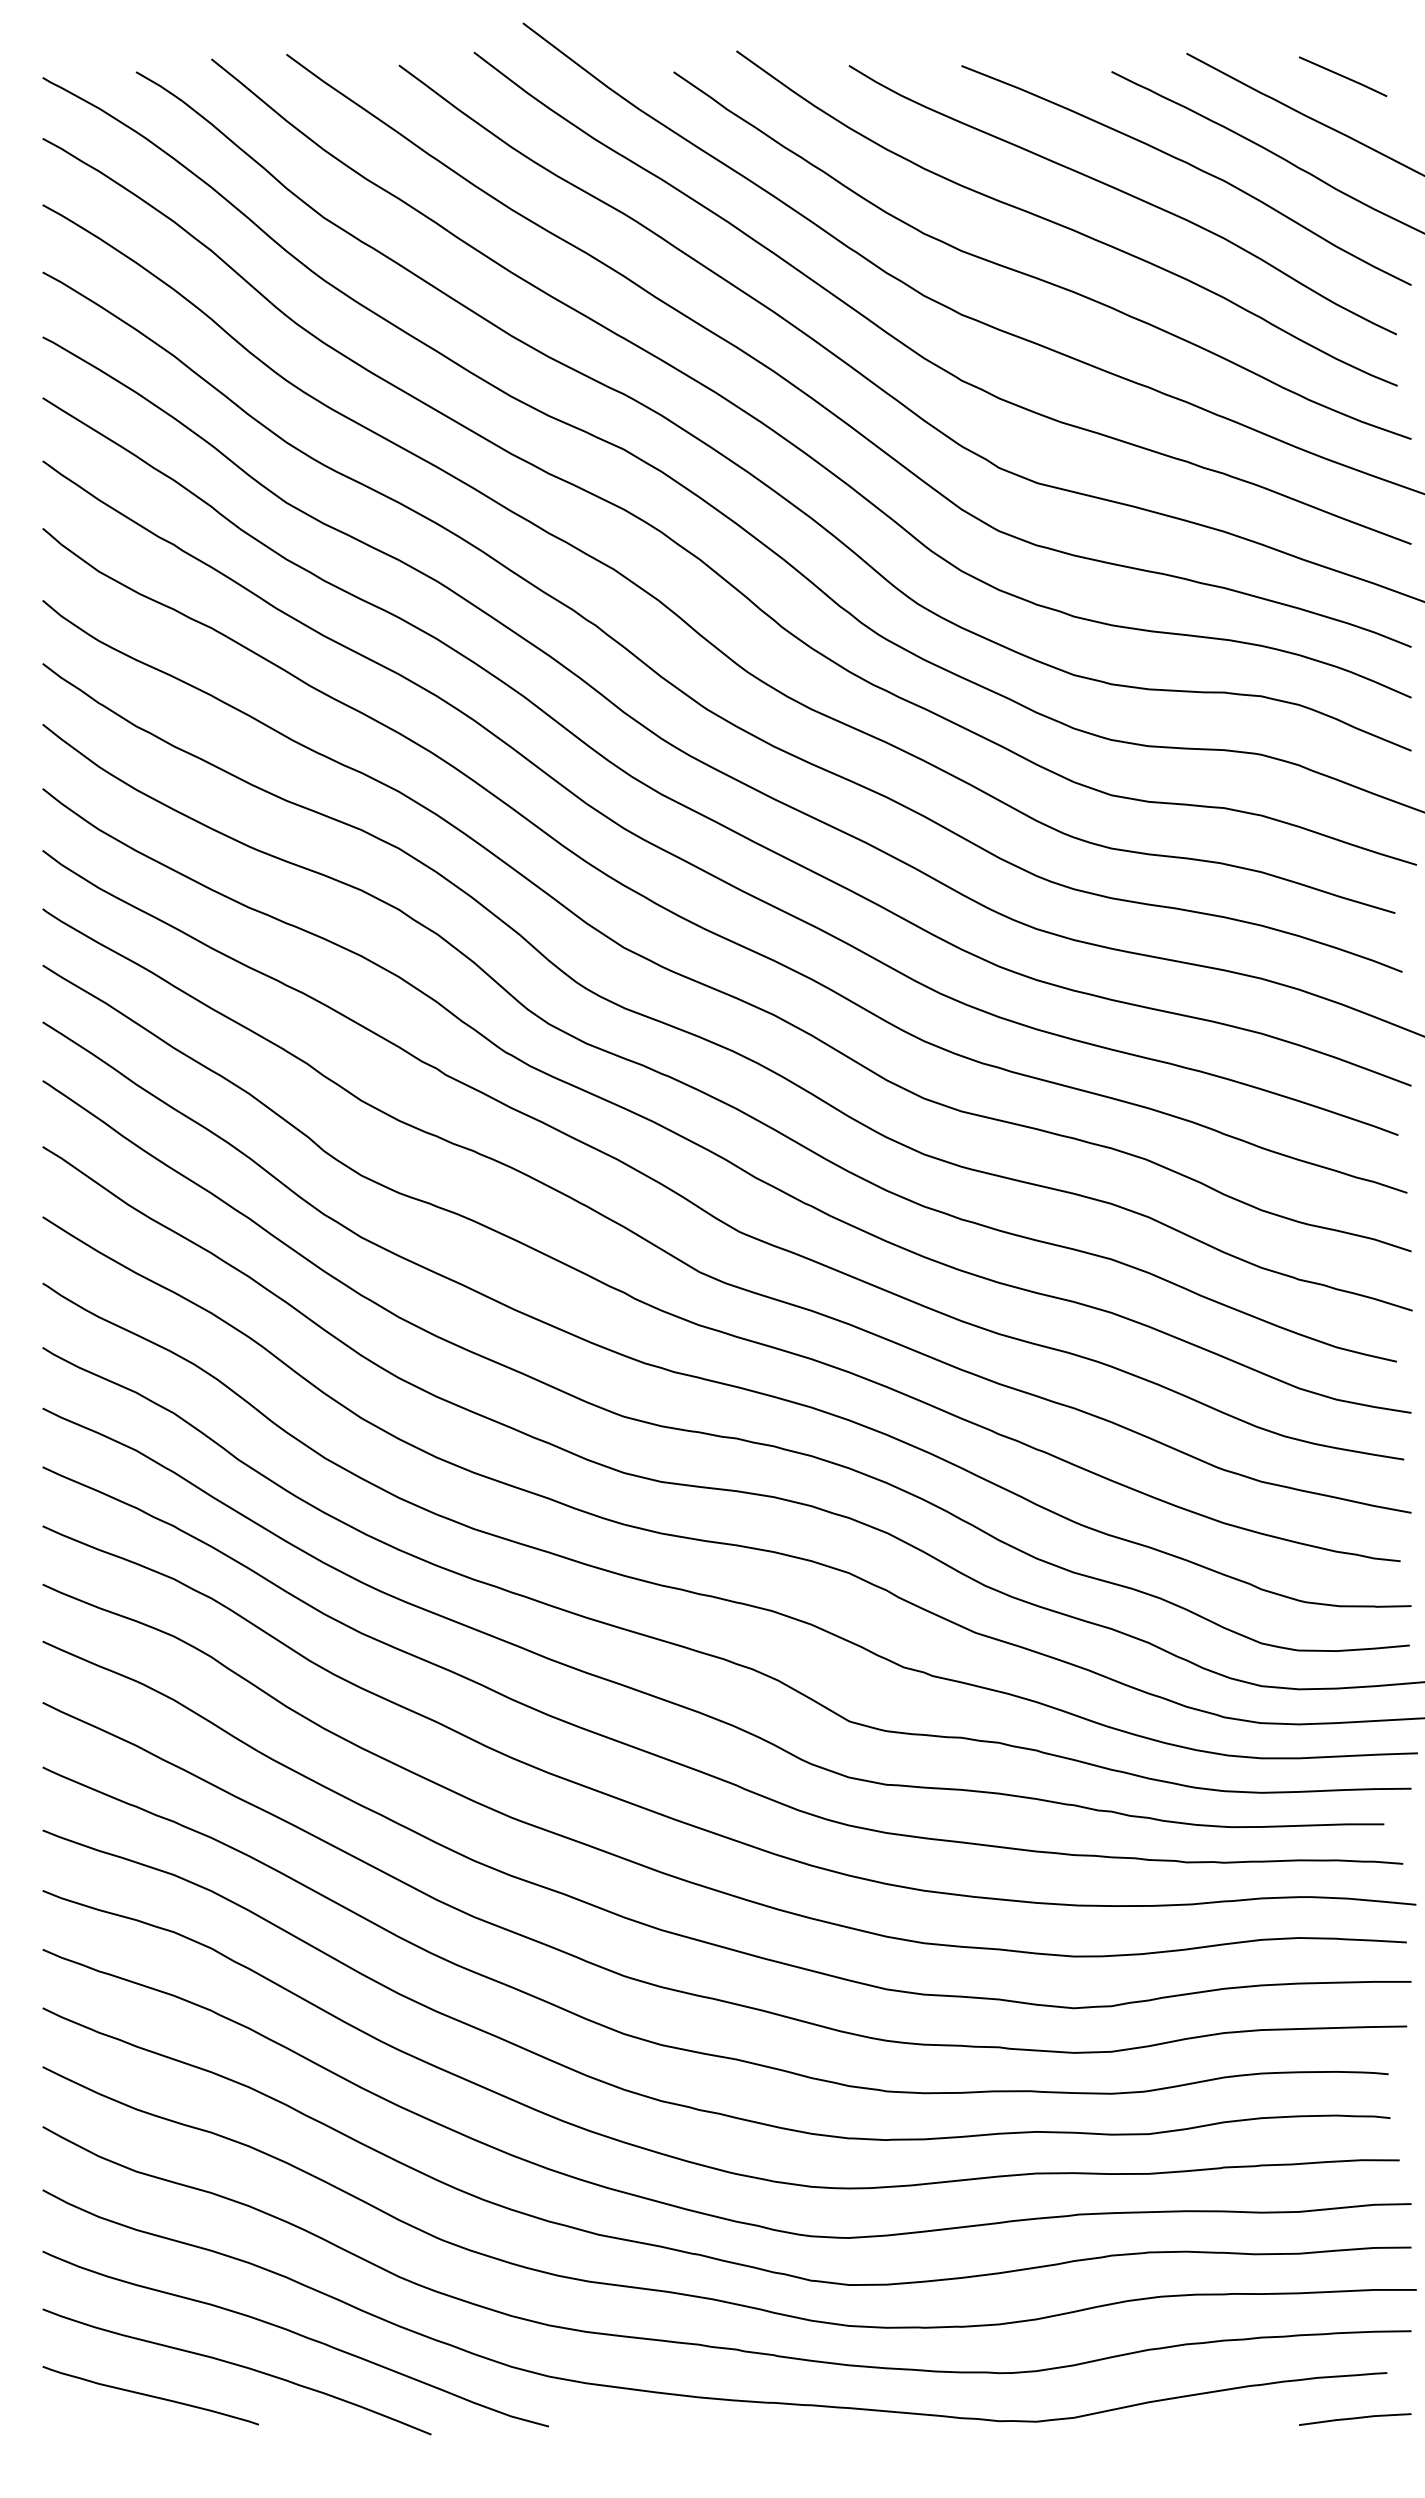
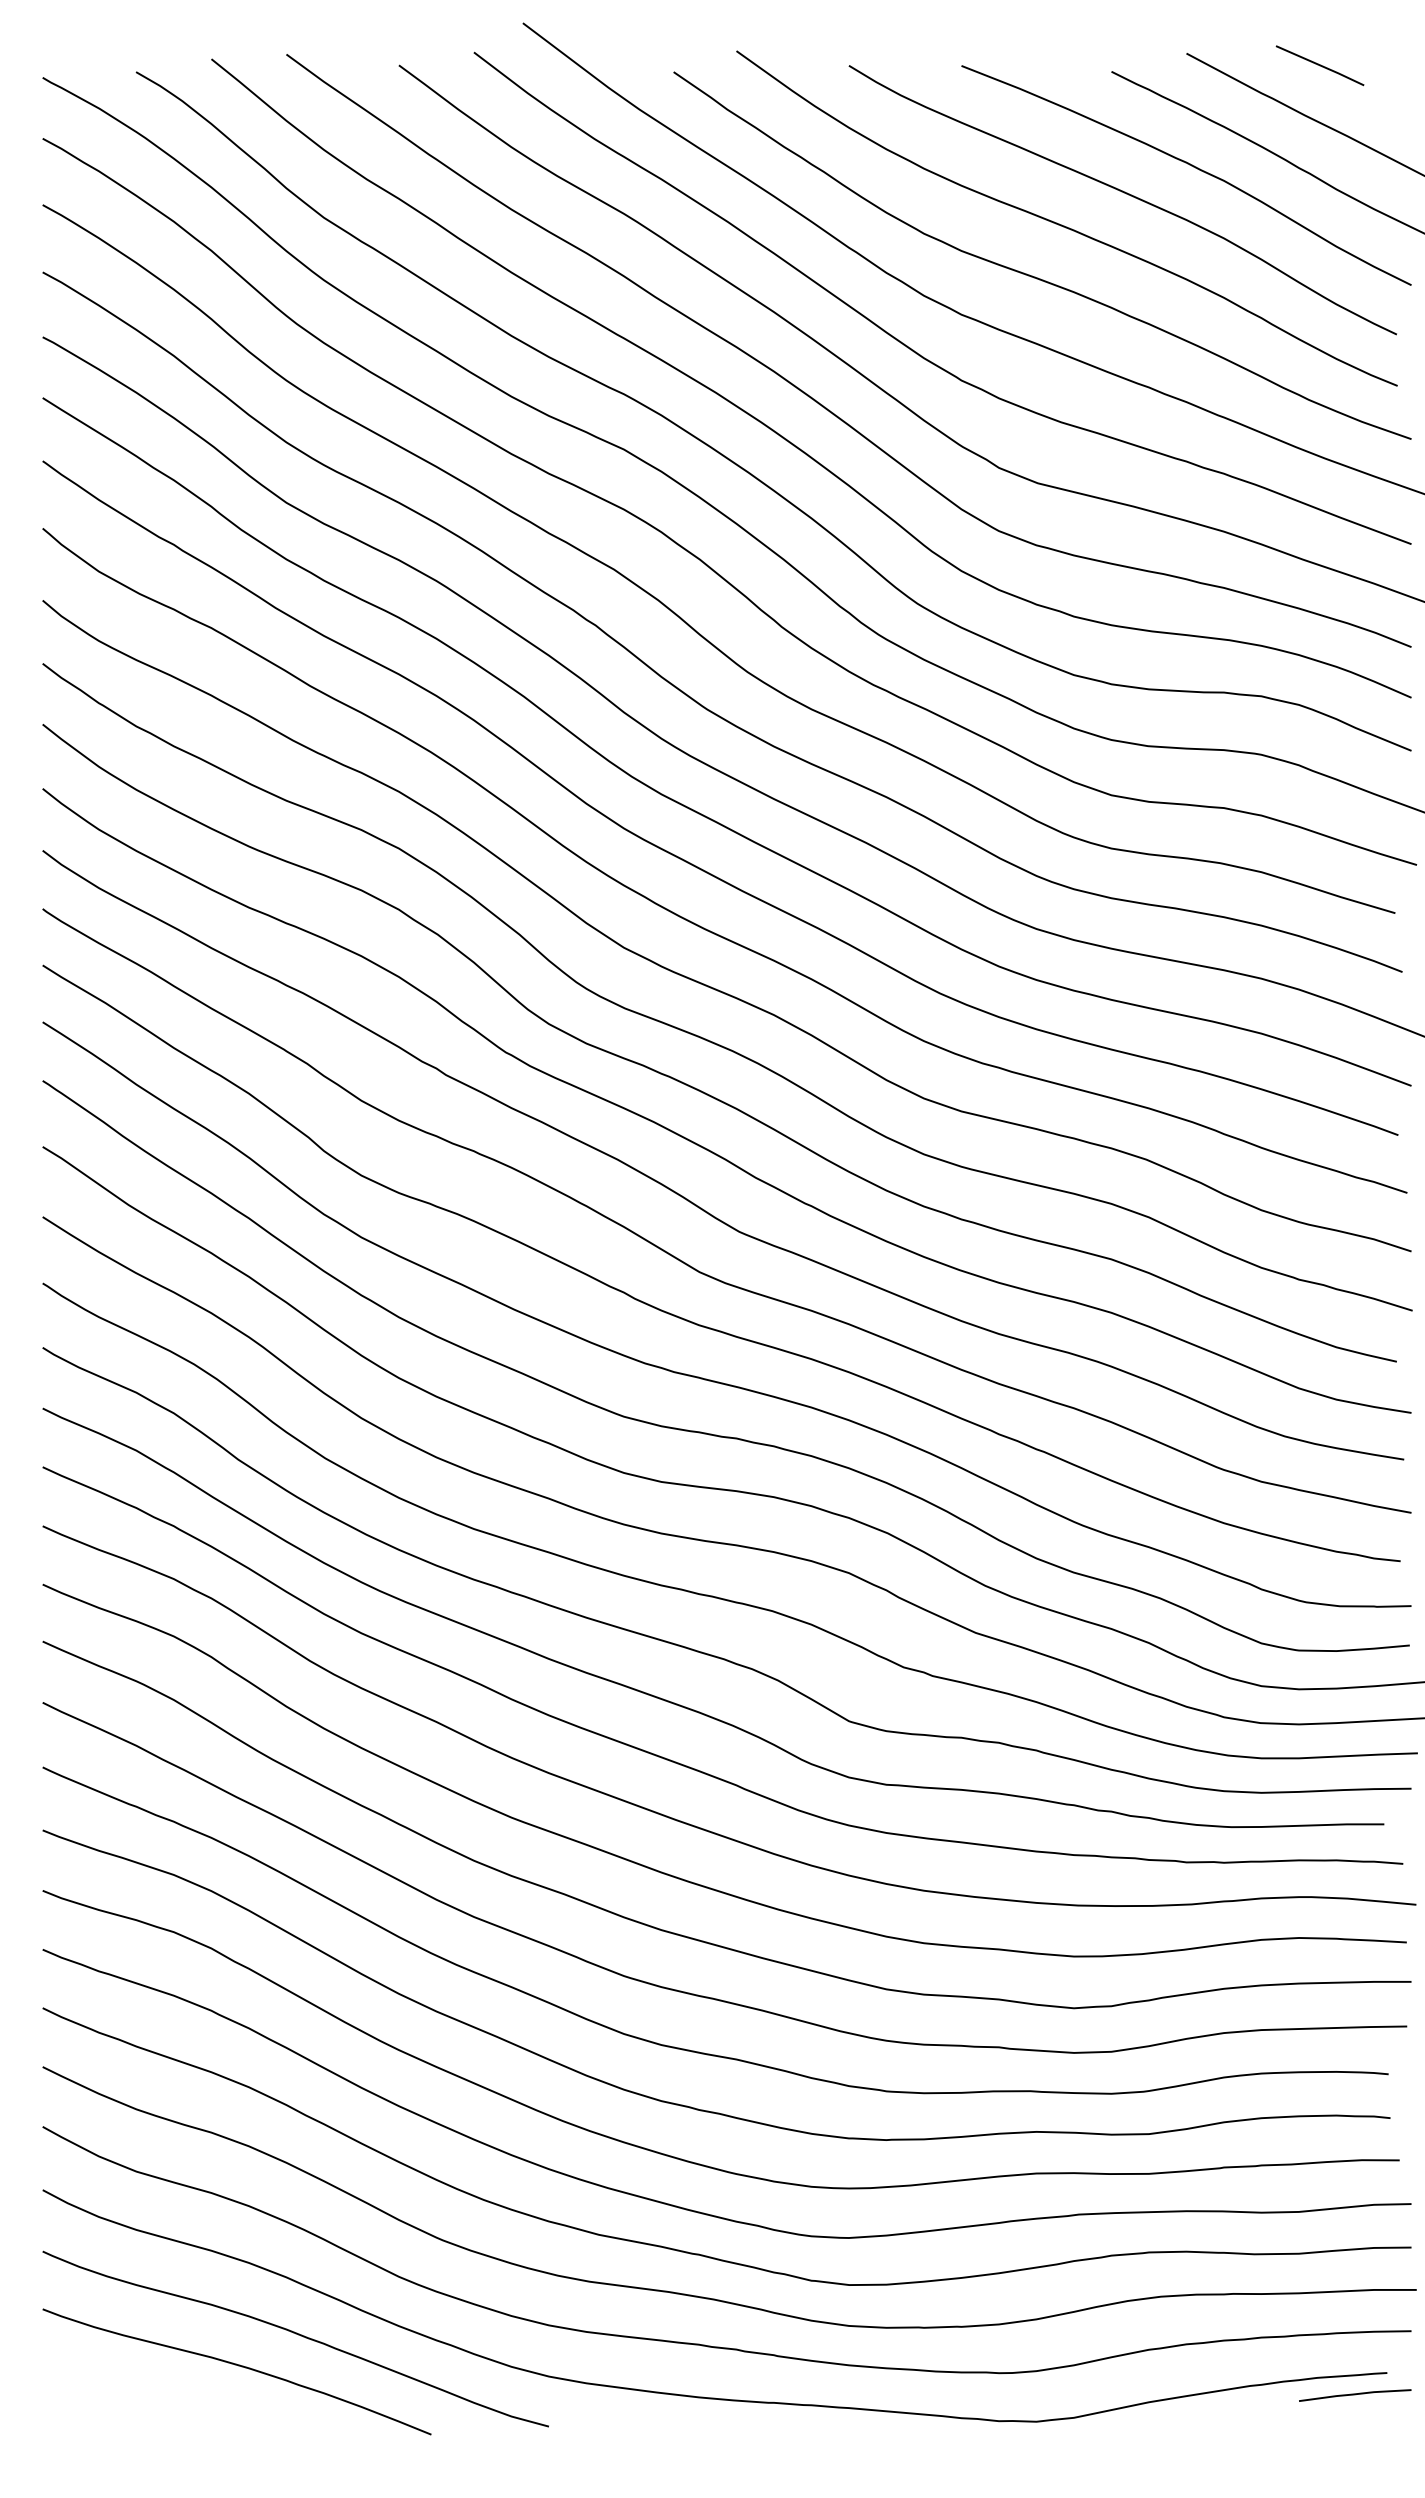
line at (1342, 76) position: (1342, 76) -> (1319, 65)
curve at (150, 2395): present -> none
line at (1355, 2419) position: (1355, 2419) -> (1355, 2395)
